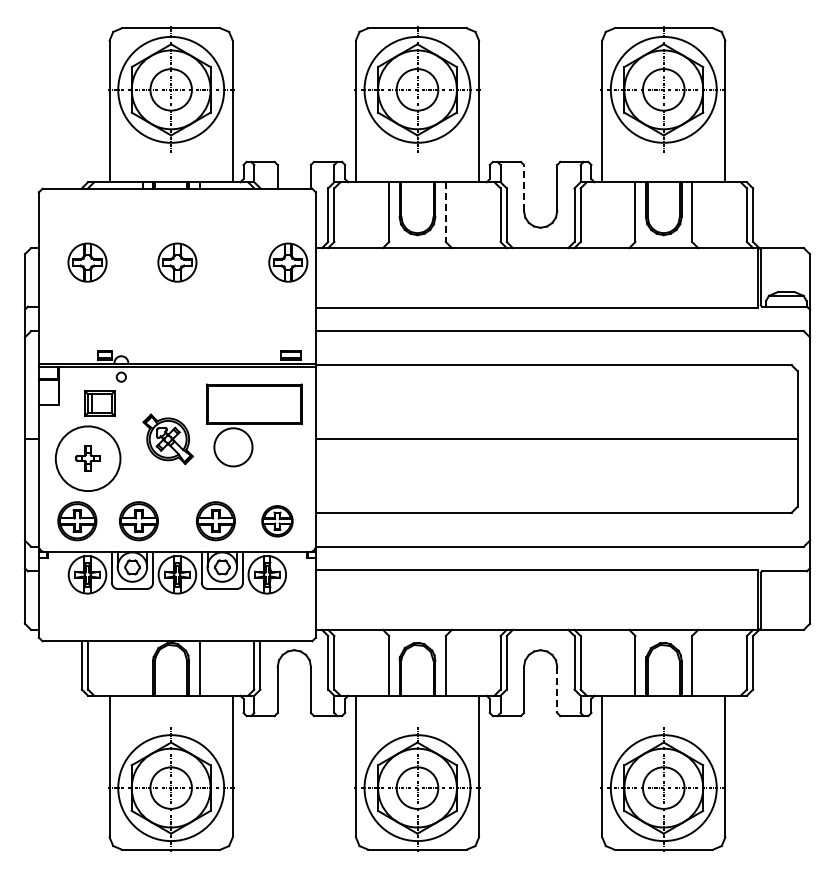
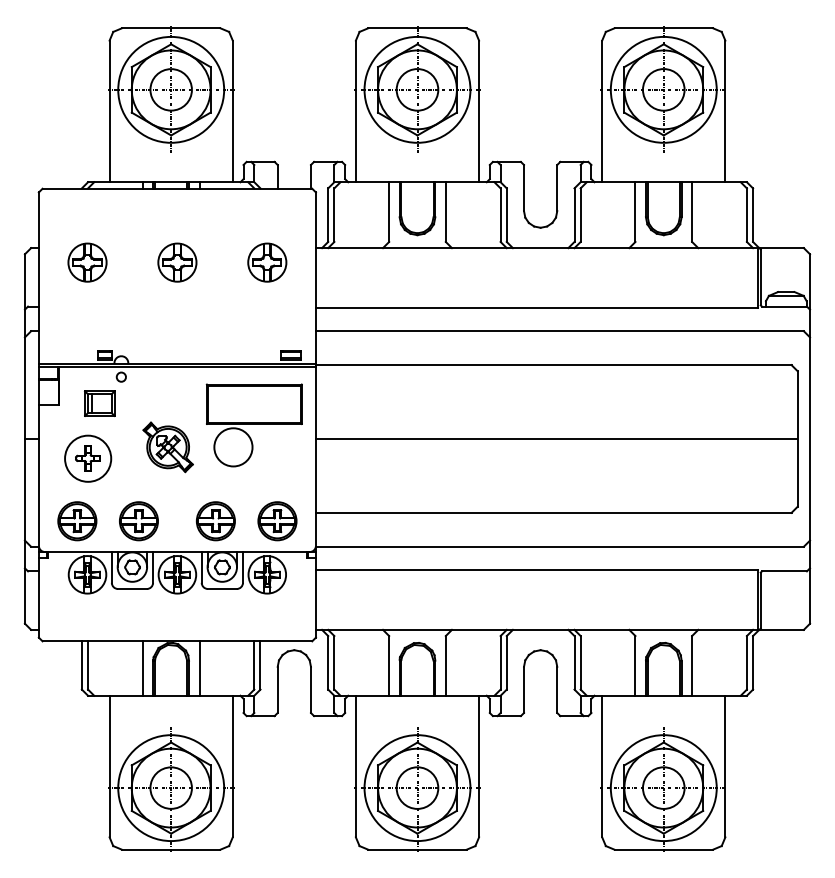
line at (524, 187): dashed -> solid
line at (445, 212): dashed -> solid
part at (288, 262) position: (288, 262) -> (267, 262)
part at (167, 439) position: (167, 439) -> (167, 447)
circle at (87, 458) diameter: 65 px -> 46 px
part at (277, 521) size: 33x33 px -> 41x41 px
line at (142, 668): none -> present
line at (557, 690): dashed -> solid
